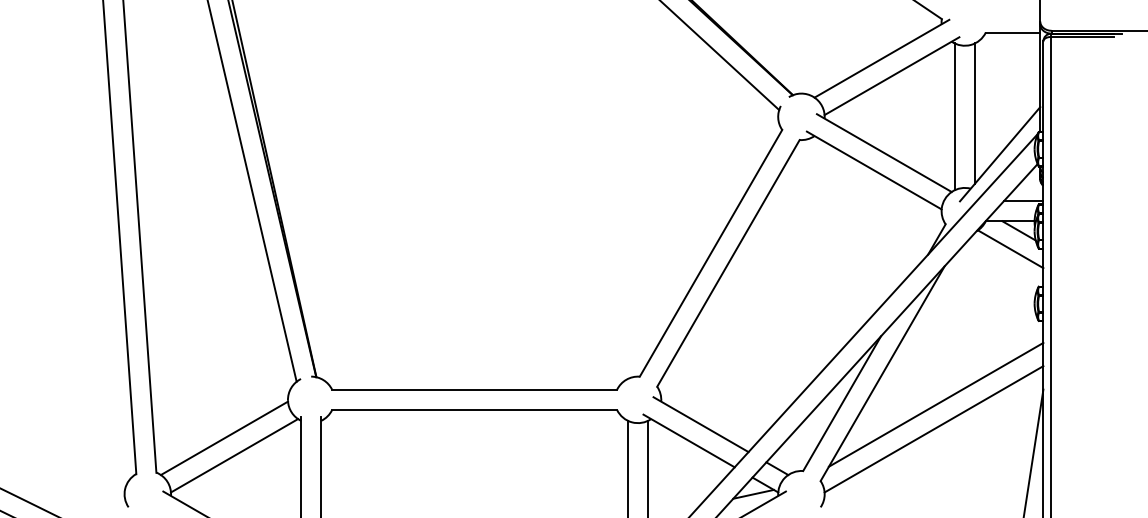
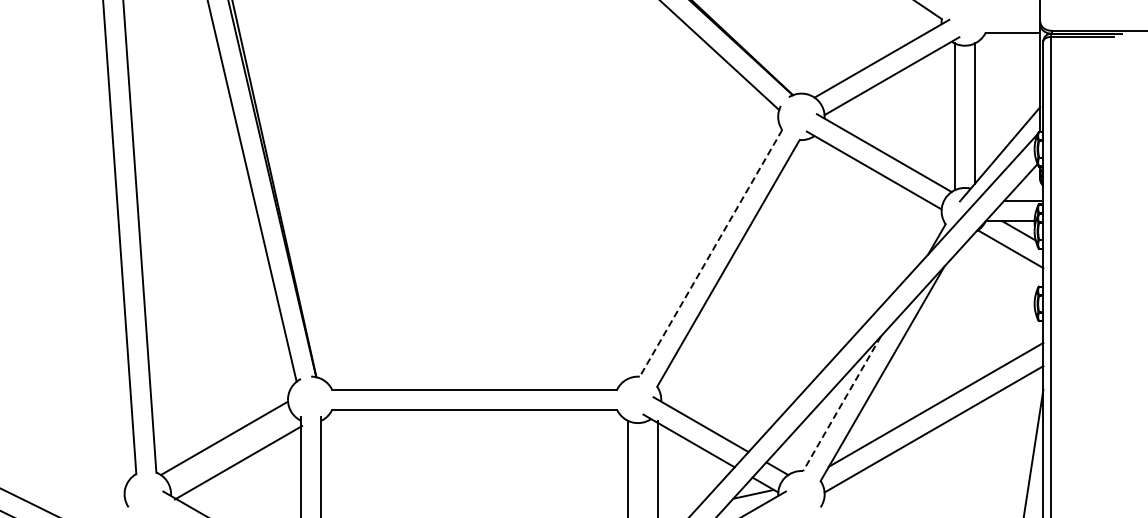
line at (710, 253): solid -> dashed
line at (842, 403): solid -> dashed
line at (234, 455) position: (234, 455) -> (238, 462)
line at (648, 467) position: (648, 467) -> (658, 467)
